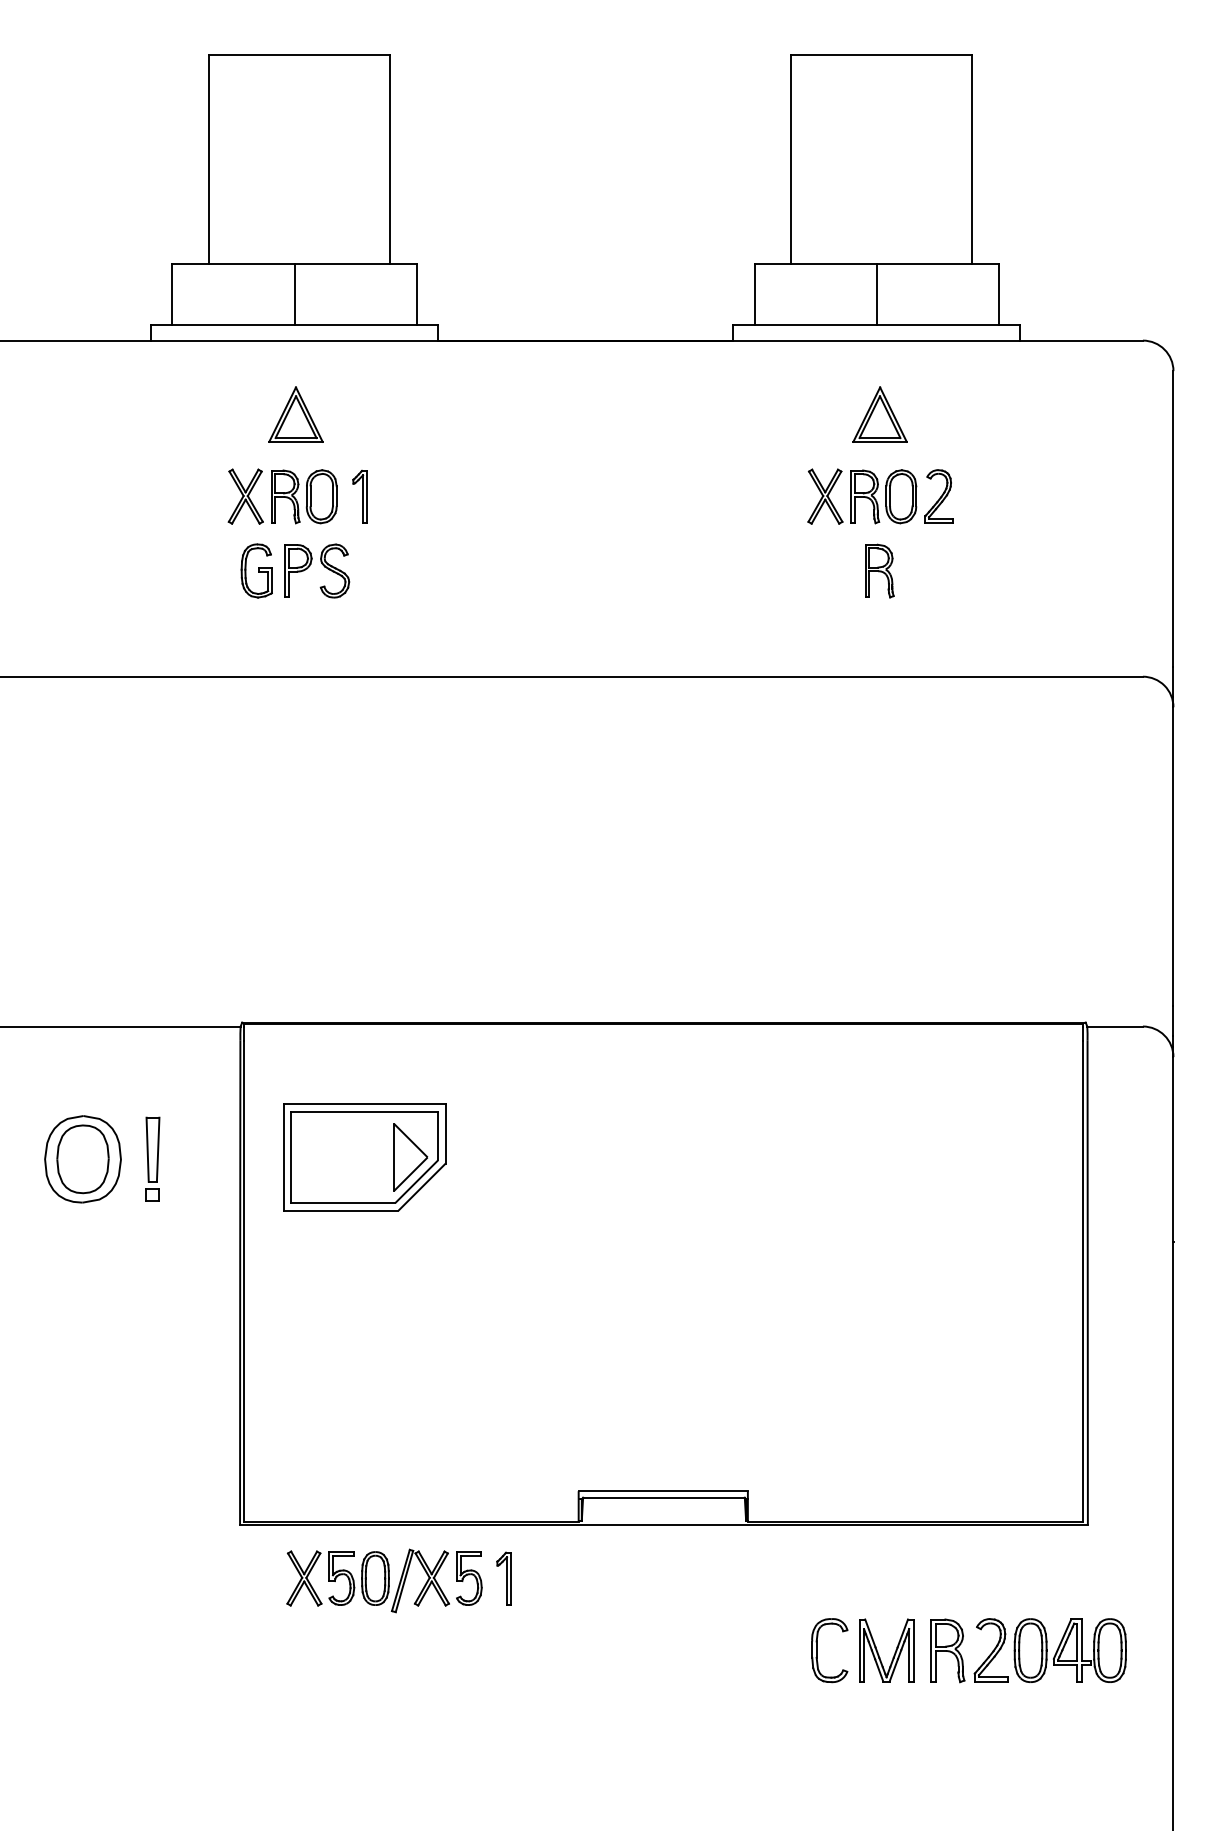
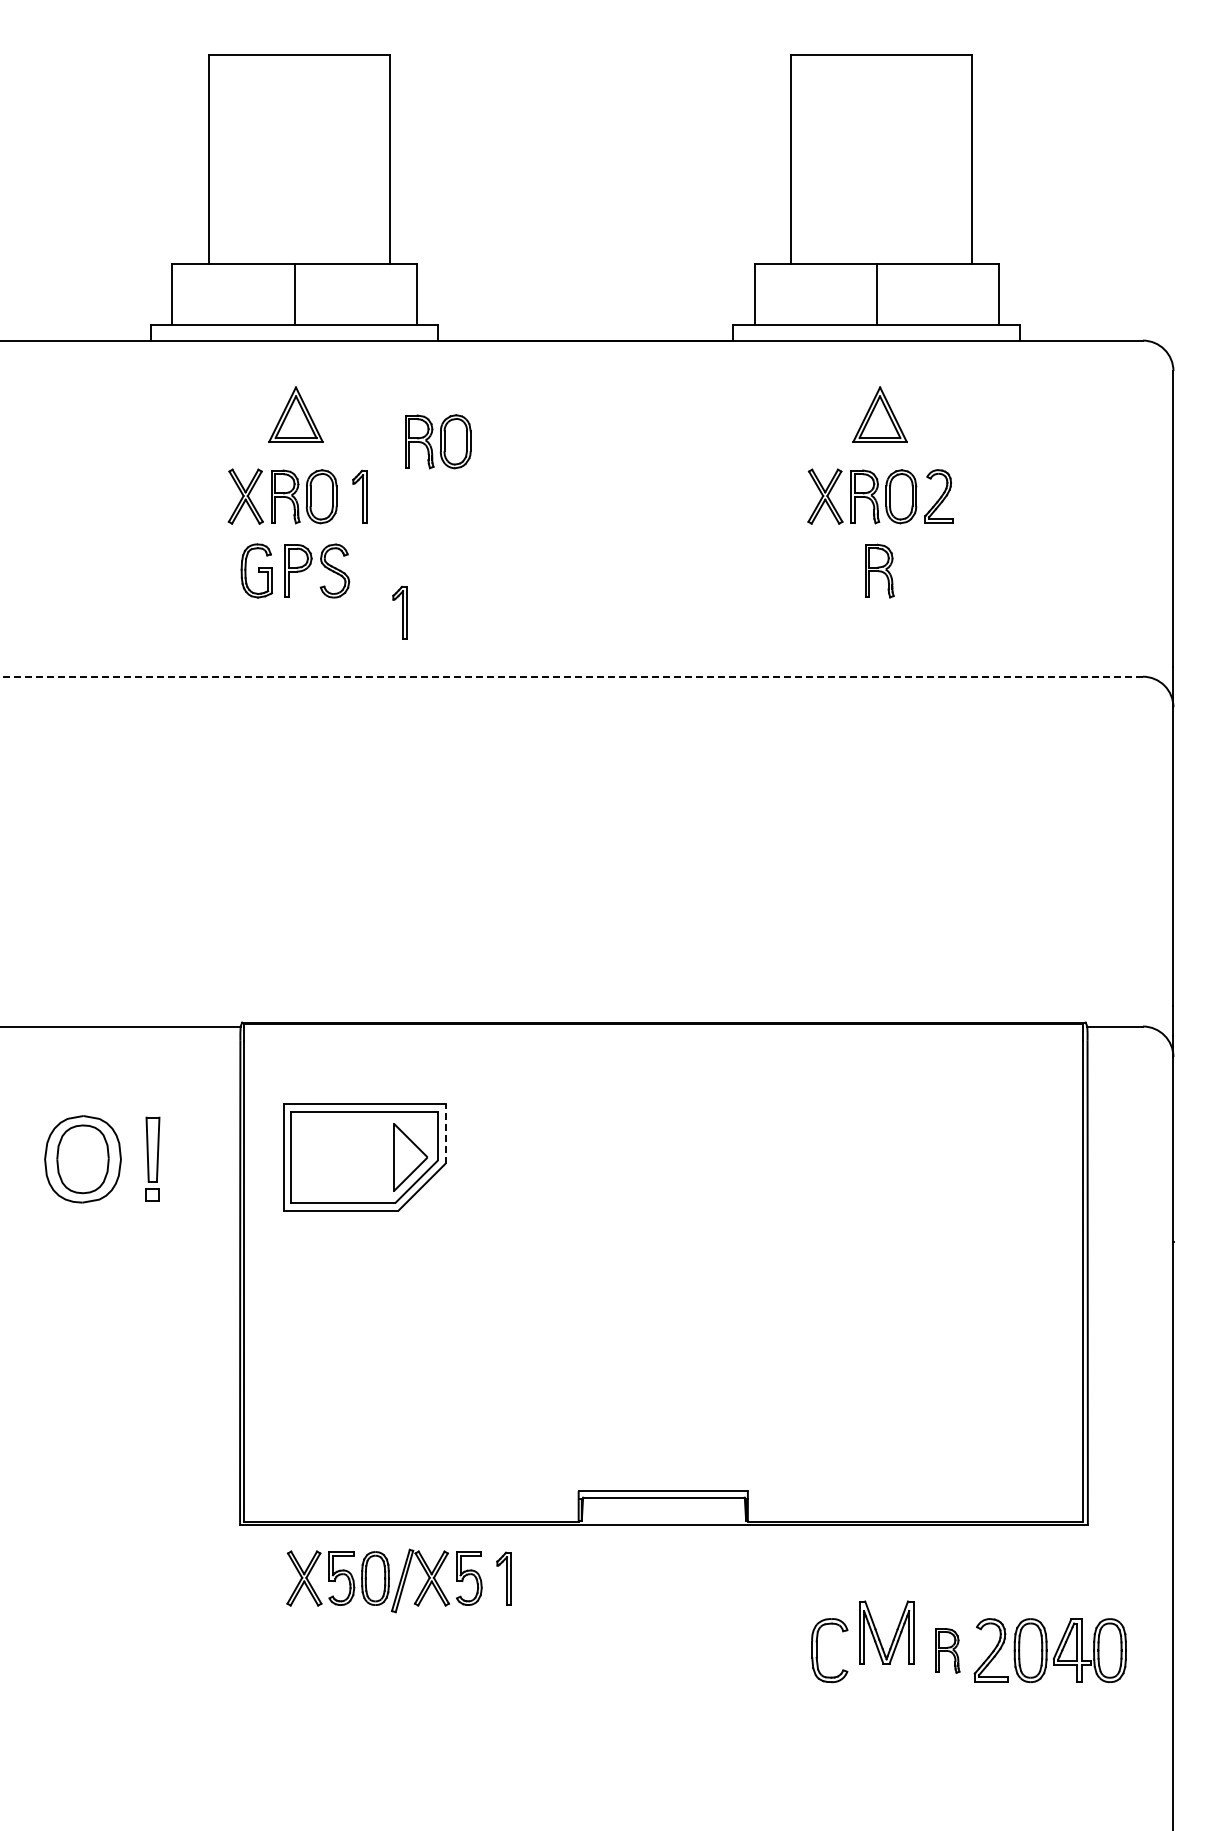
part at (438, 441): none -> present
part at (399, 612): none -> present
line at (571, 676): solid -> dashed
line at (445, 1133): solid -> dashed
part at (947, 1650) size: 36x66 px -> 26x46 px
part at (879, 1654) position: (879, 1654) -> (879, 1636)
